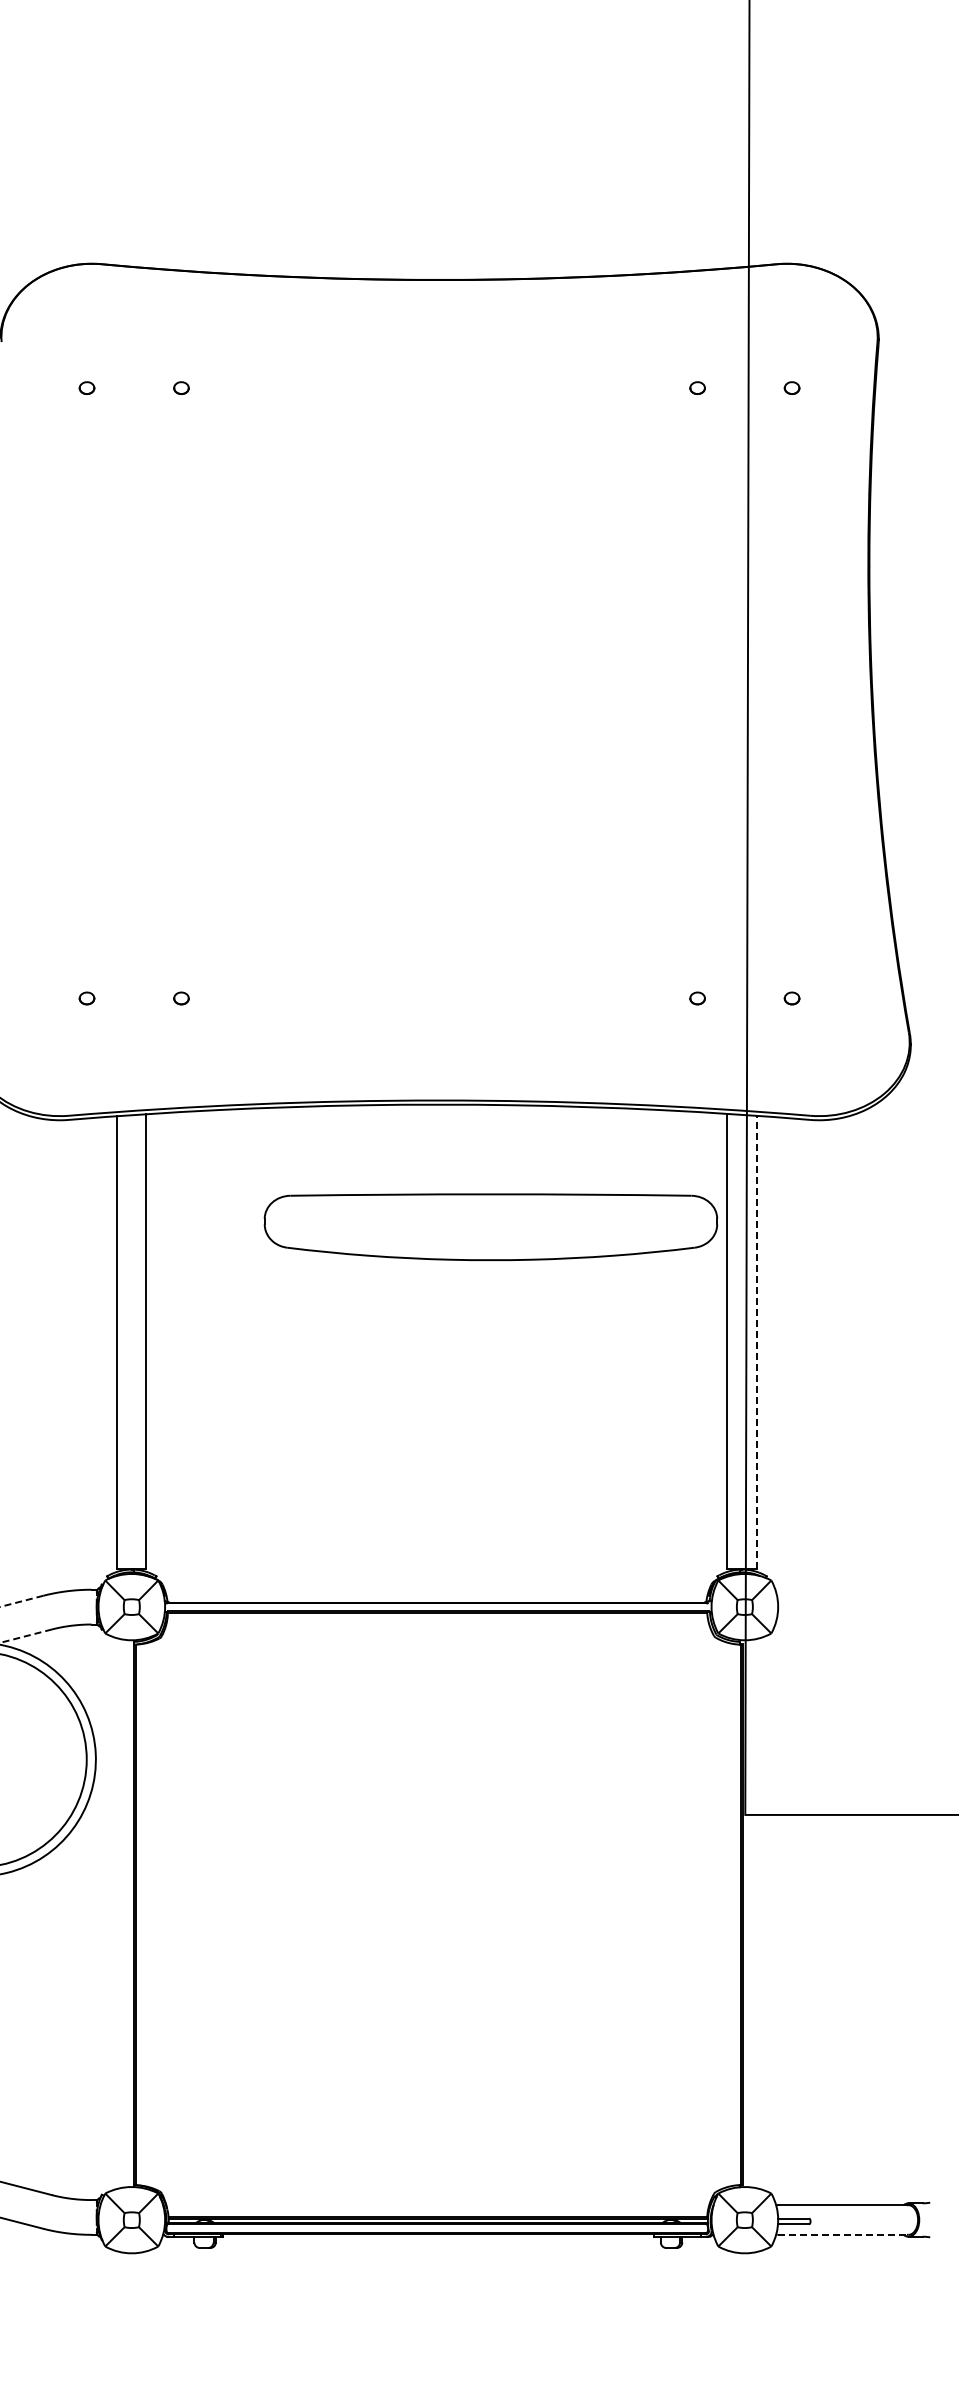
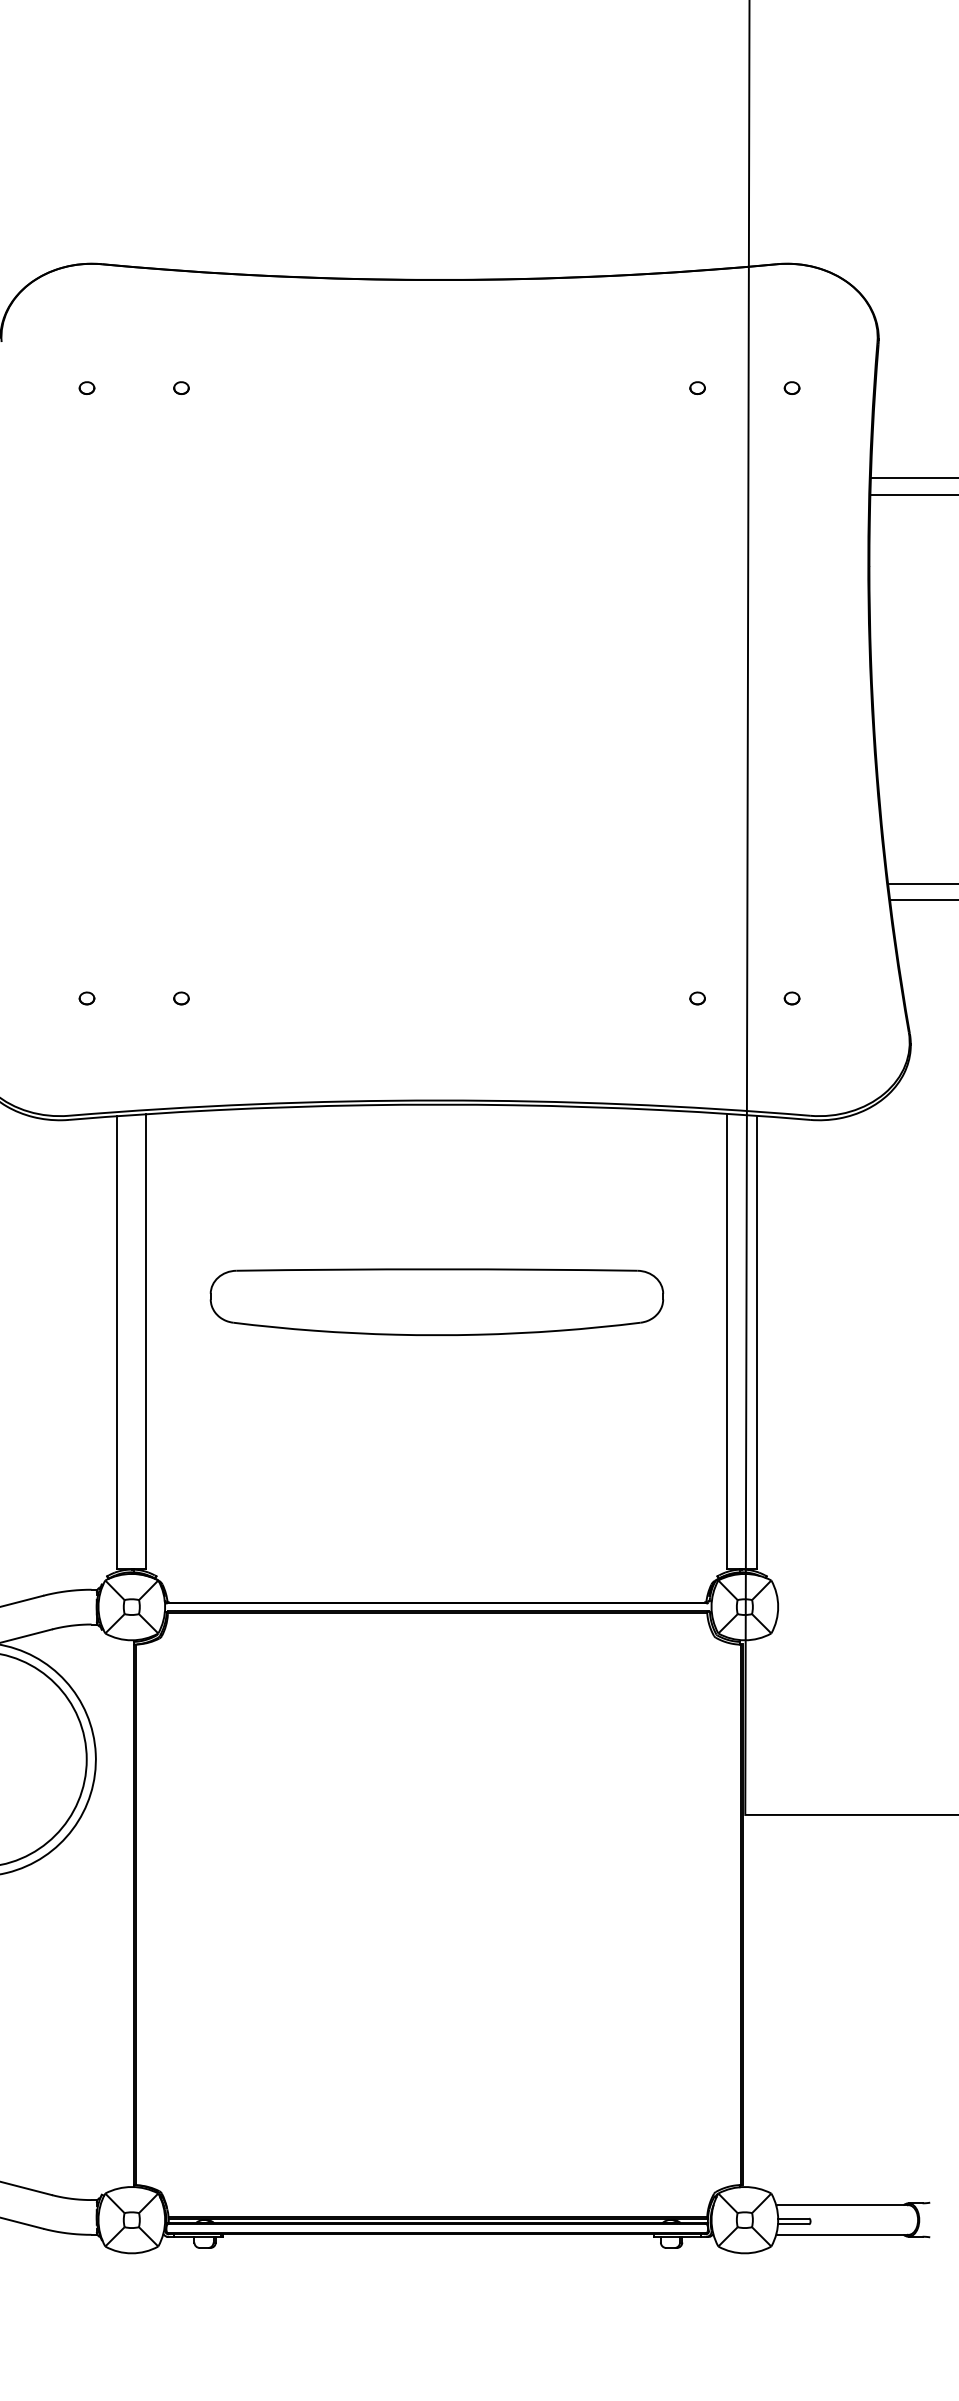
line at (913, 478): none -> present
line at (912, 494): none -> present
line at (922, 883): none -> present
line at (922, 899): none -> present
part at (490, 1226) position: (490, 1226) -> (436, 1301)
line at (756, 1341): dashed -> solid
line at (22, 1601): dashed -> solid
line at (25, 1636): dashed -> solid
line at (844, 2234): dashed -> solid
